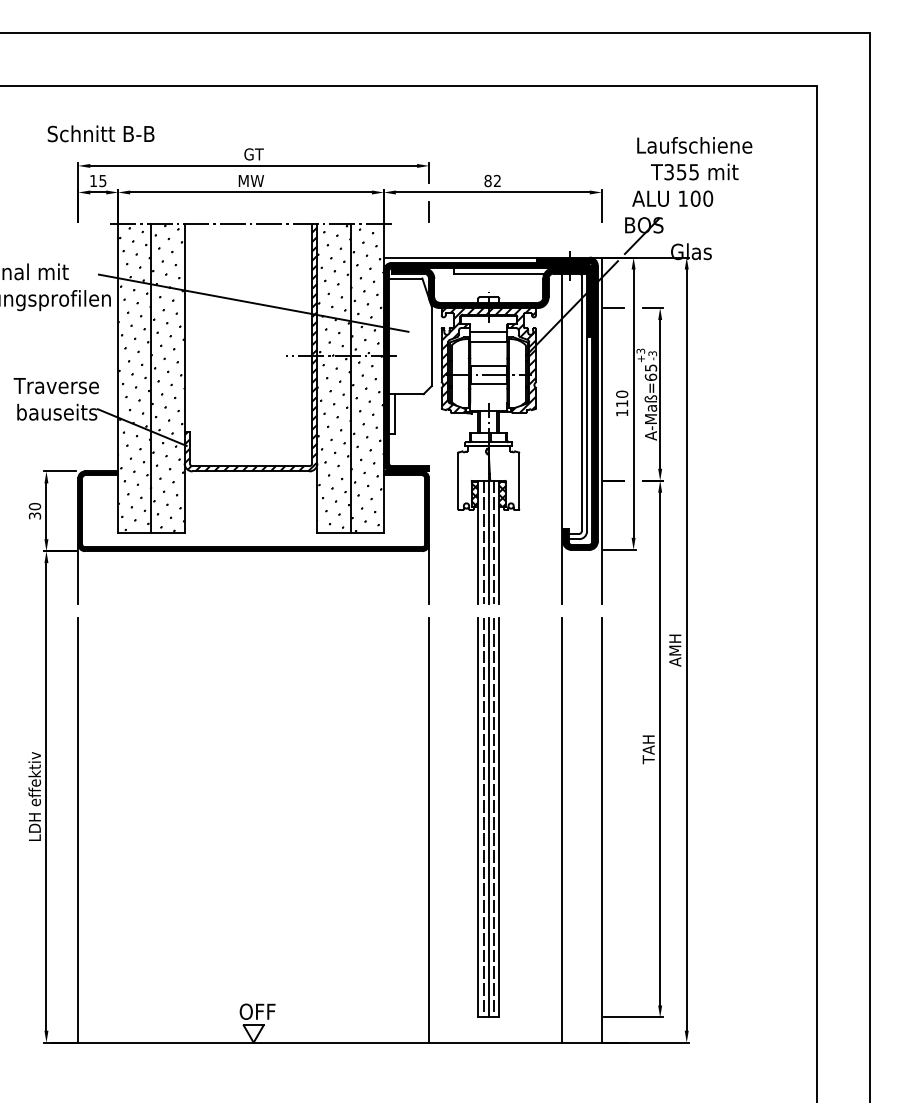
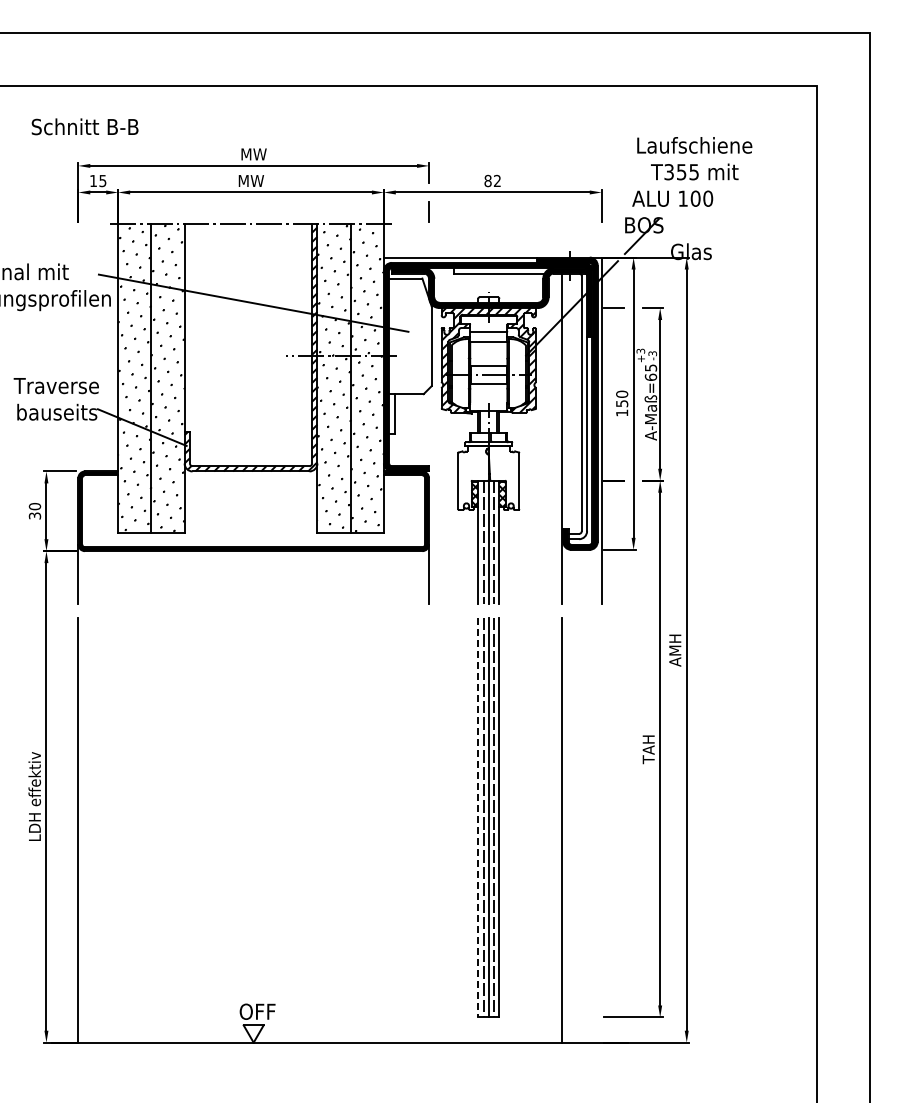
text at (100, 133) position: (100, 133) -> (84, 126)
text at (253, 154): GT -> MW
text at (622, 403): 110 -> 150
line at (478, 817): solid -> dashed
line at (429, 829): present -> none
line at (601, 829): present -> none
